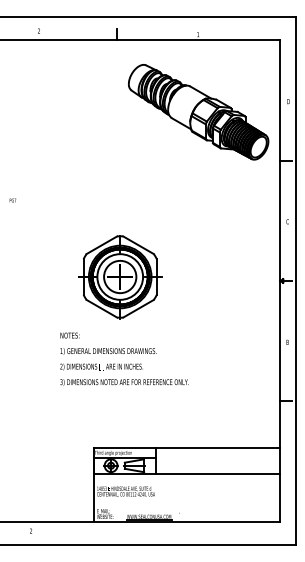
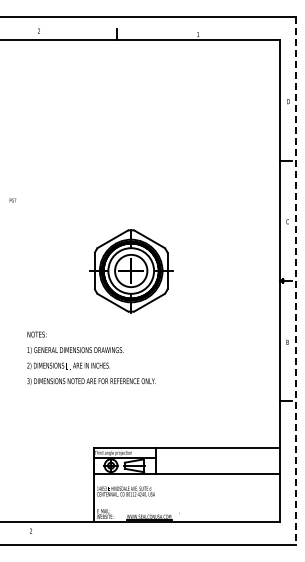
part at (198, 112): present -> none
part at (120, 277) position: (120, 277) -> (131, 271)
line at (295, 281): solid -> dashed
text at (124, 358) position: (124, 358) -> (91, 357)
